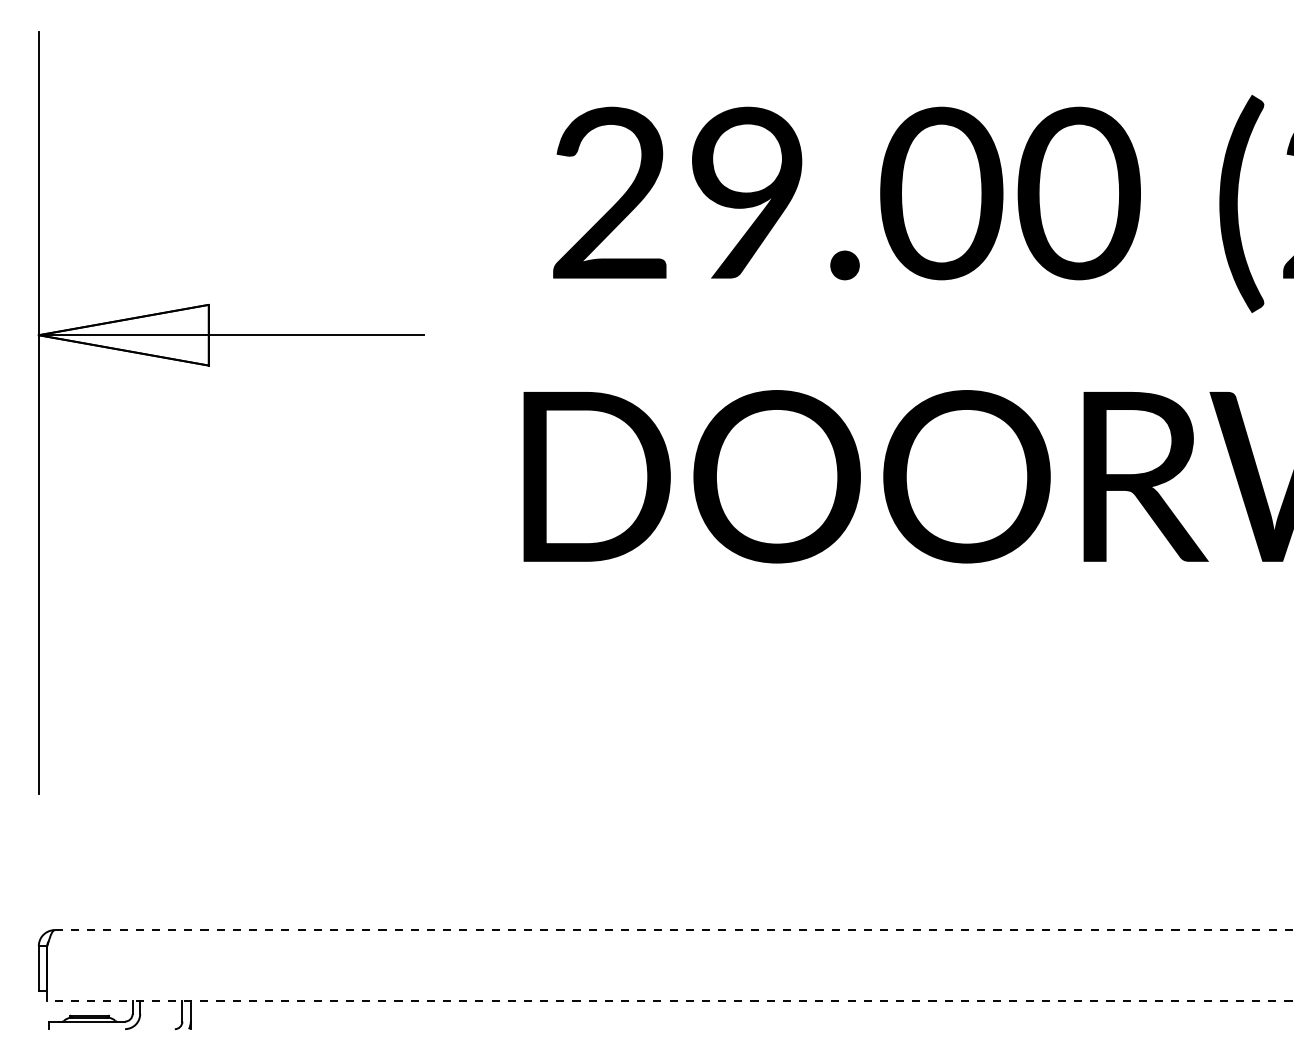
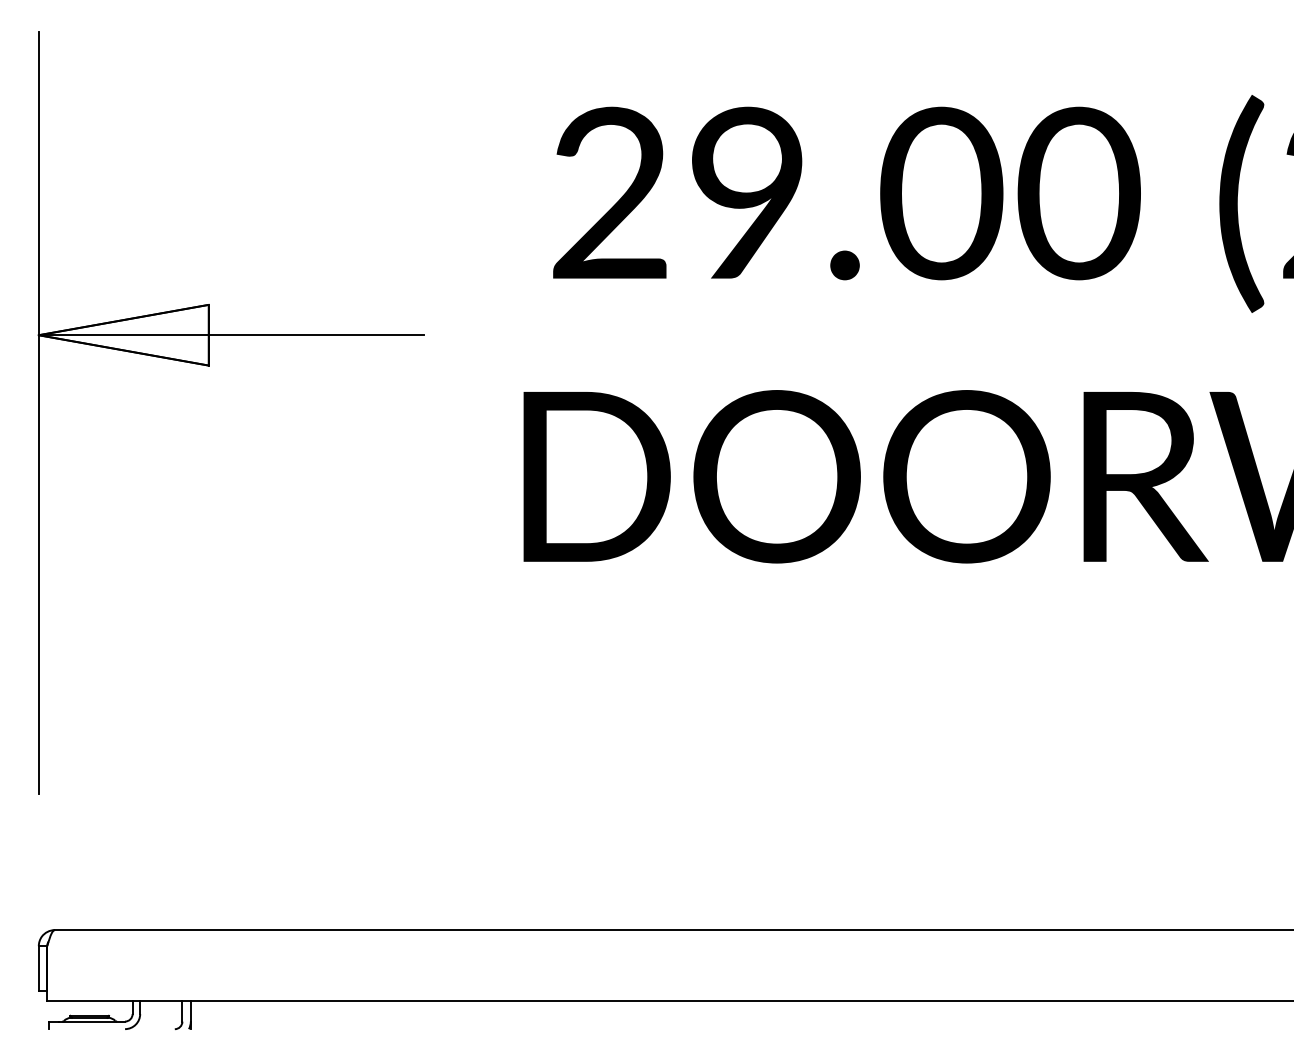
line at (674, 930): dashed -> solid
line at (670, 1000): dashed -> solid
